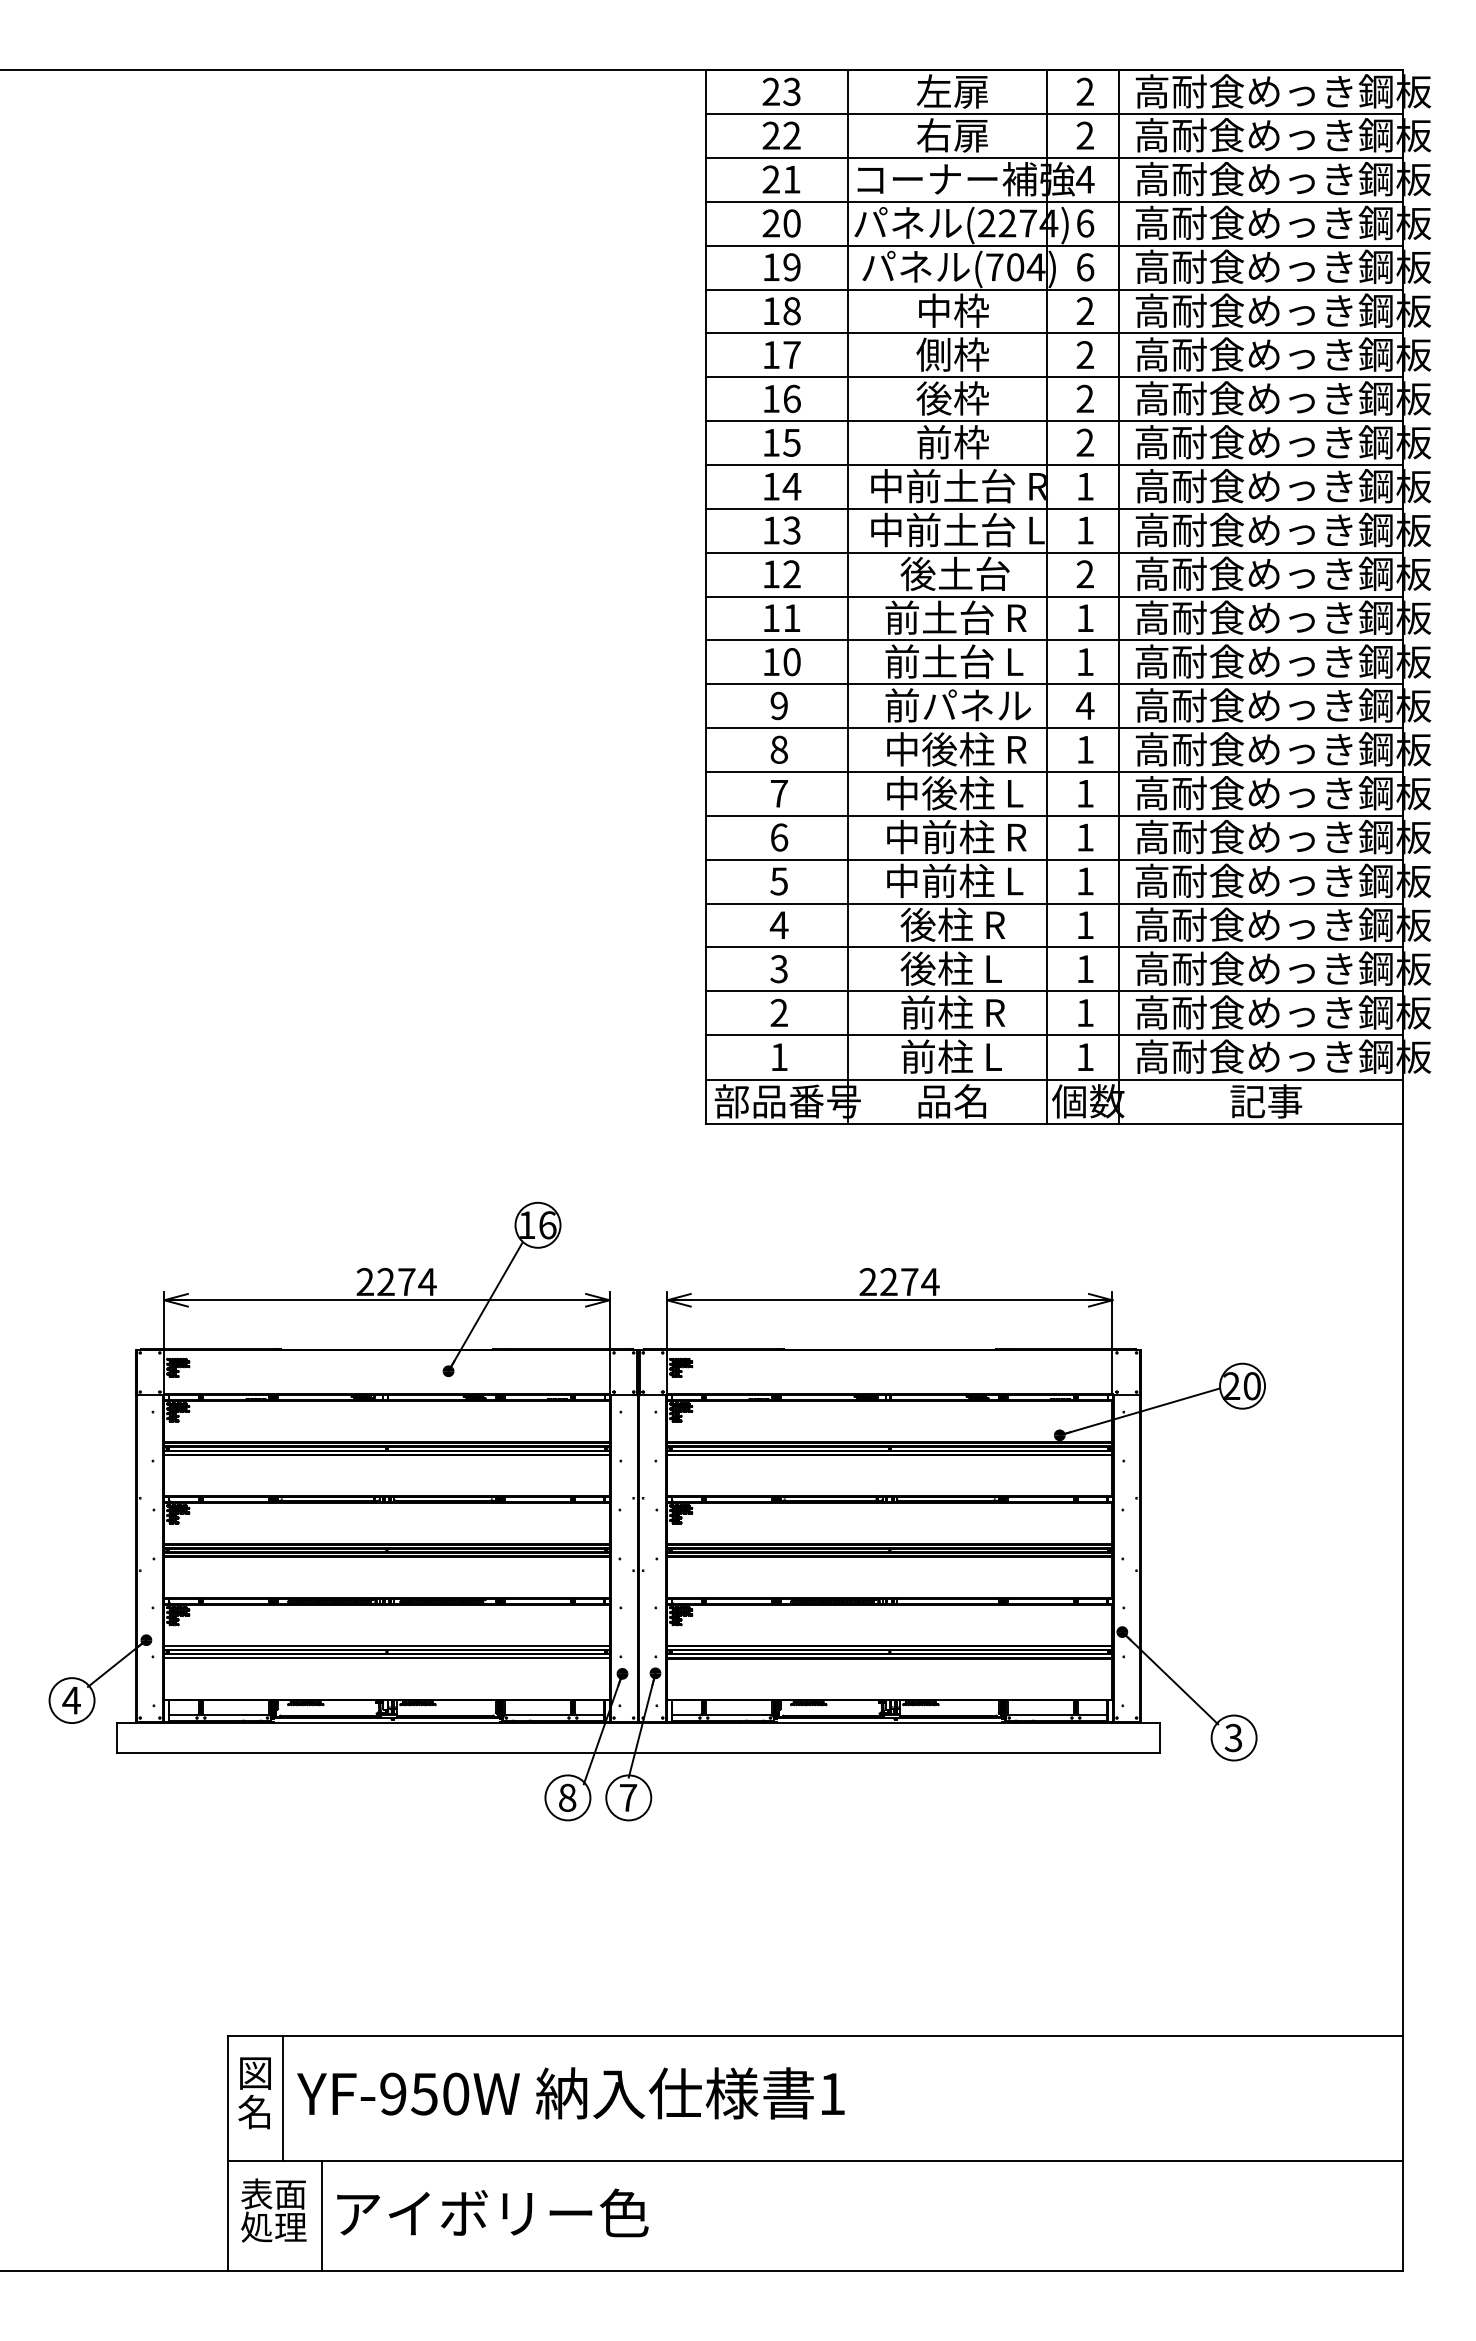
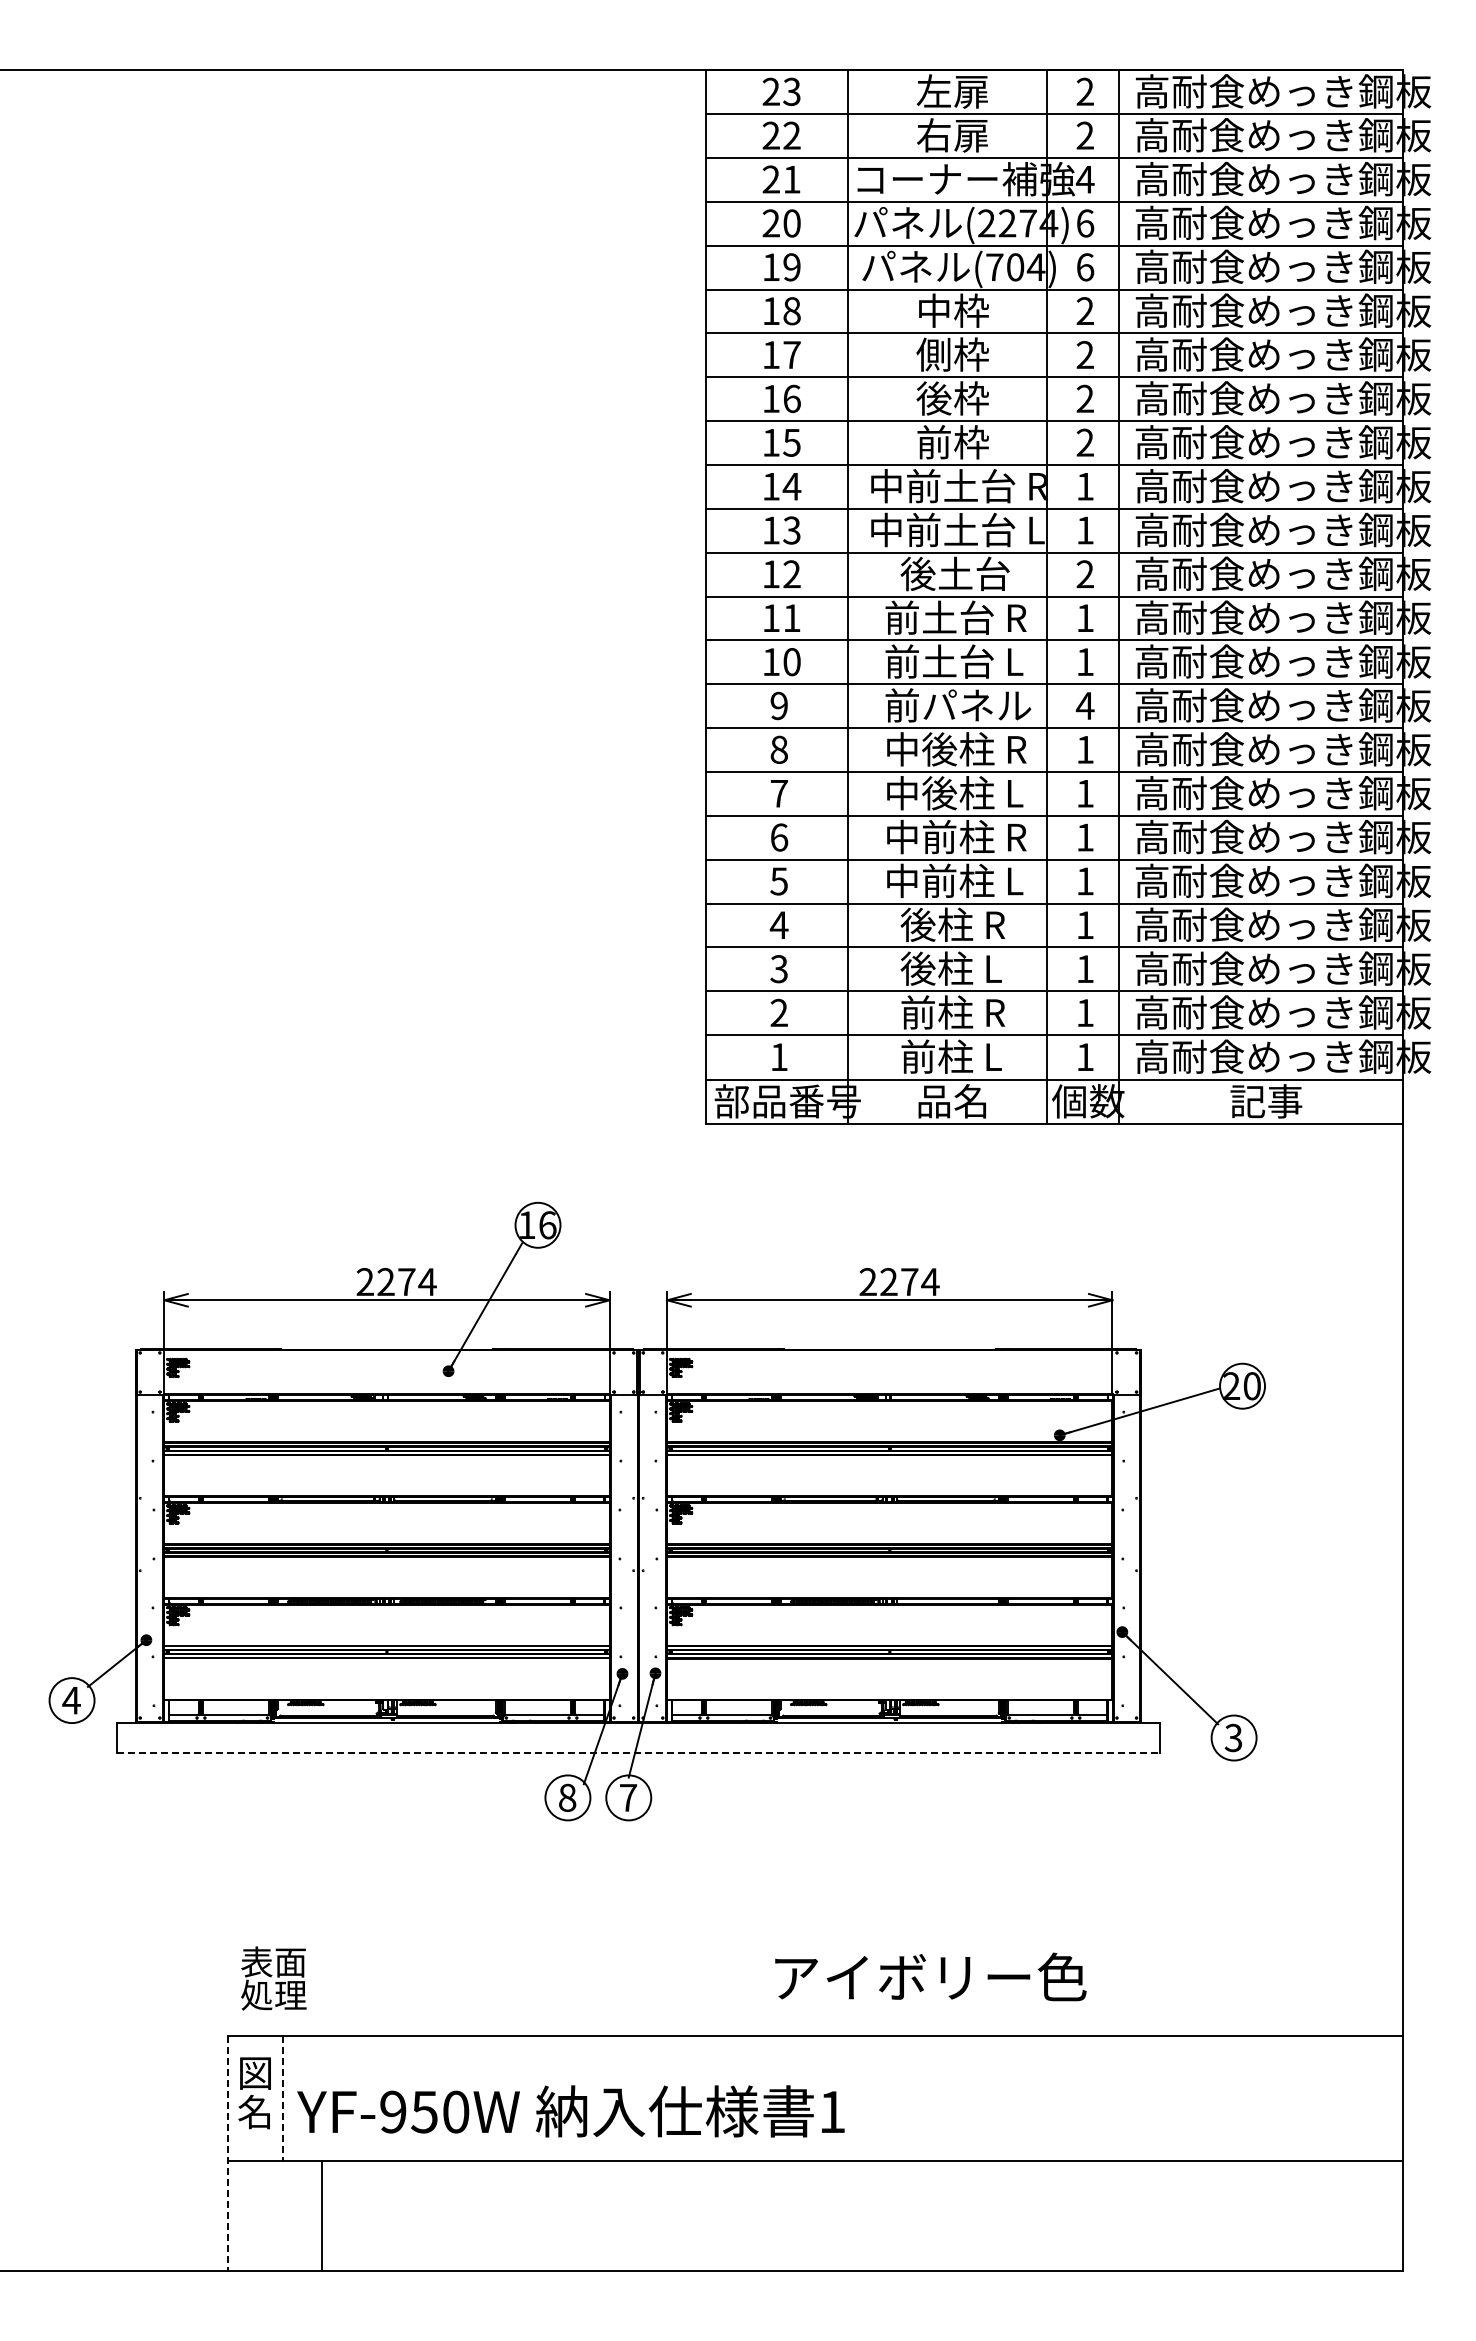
line at (638, 1752): solid -> dashed
text at (570, 2093) position: (570, 2093) -> (570, 2111)
line at (283, 2098): solid -> dashed
line at (228, 2153): solid -> dashed
text at (273, 2210) position: (273, 2210) -> (273, 1978)
text at (492, 2212) position: (492, 2212) -> (930, 1976)
